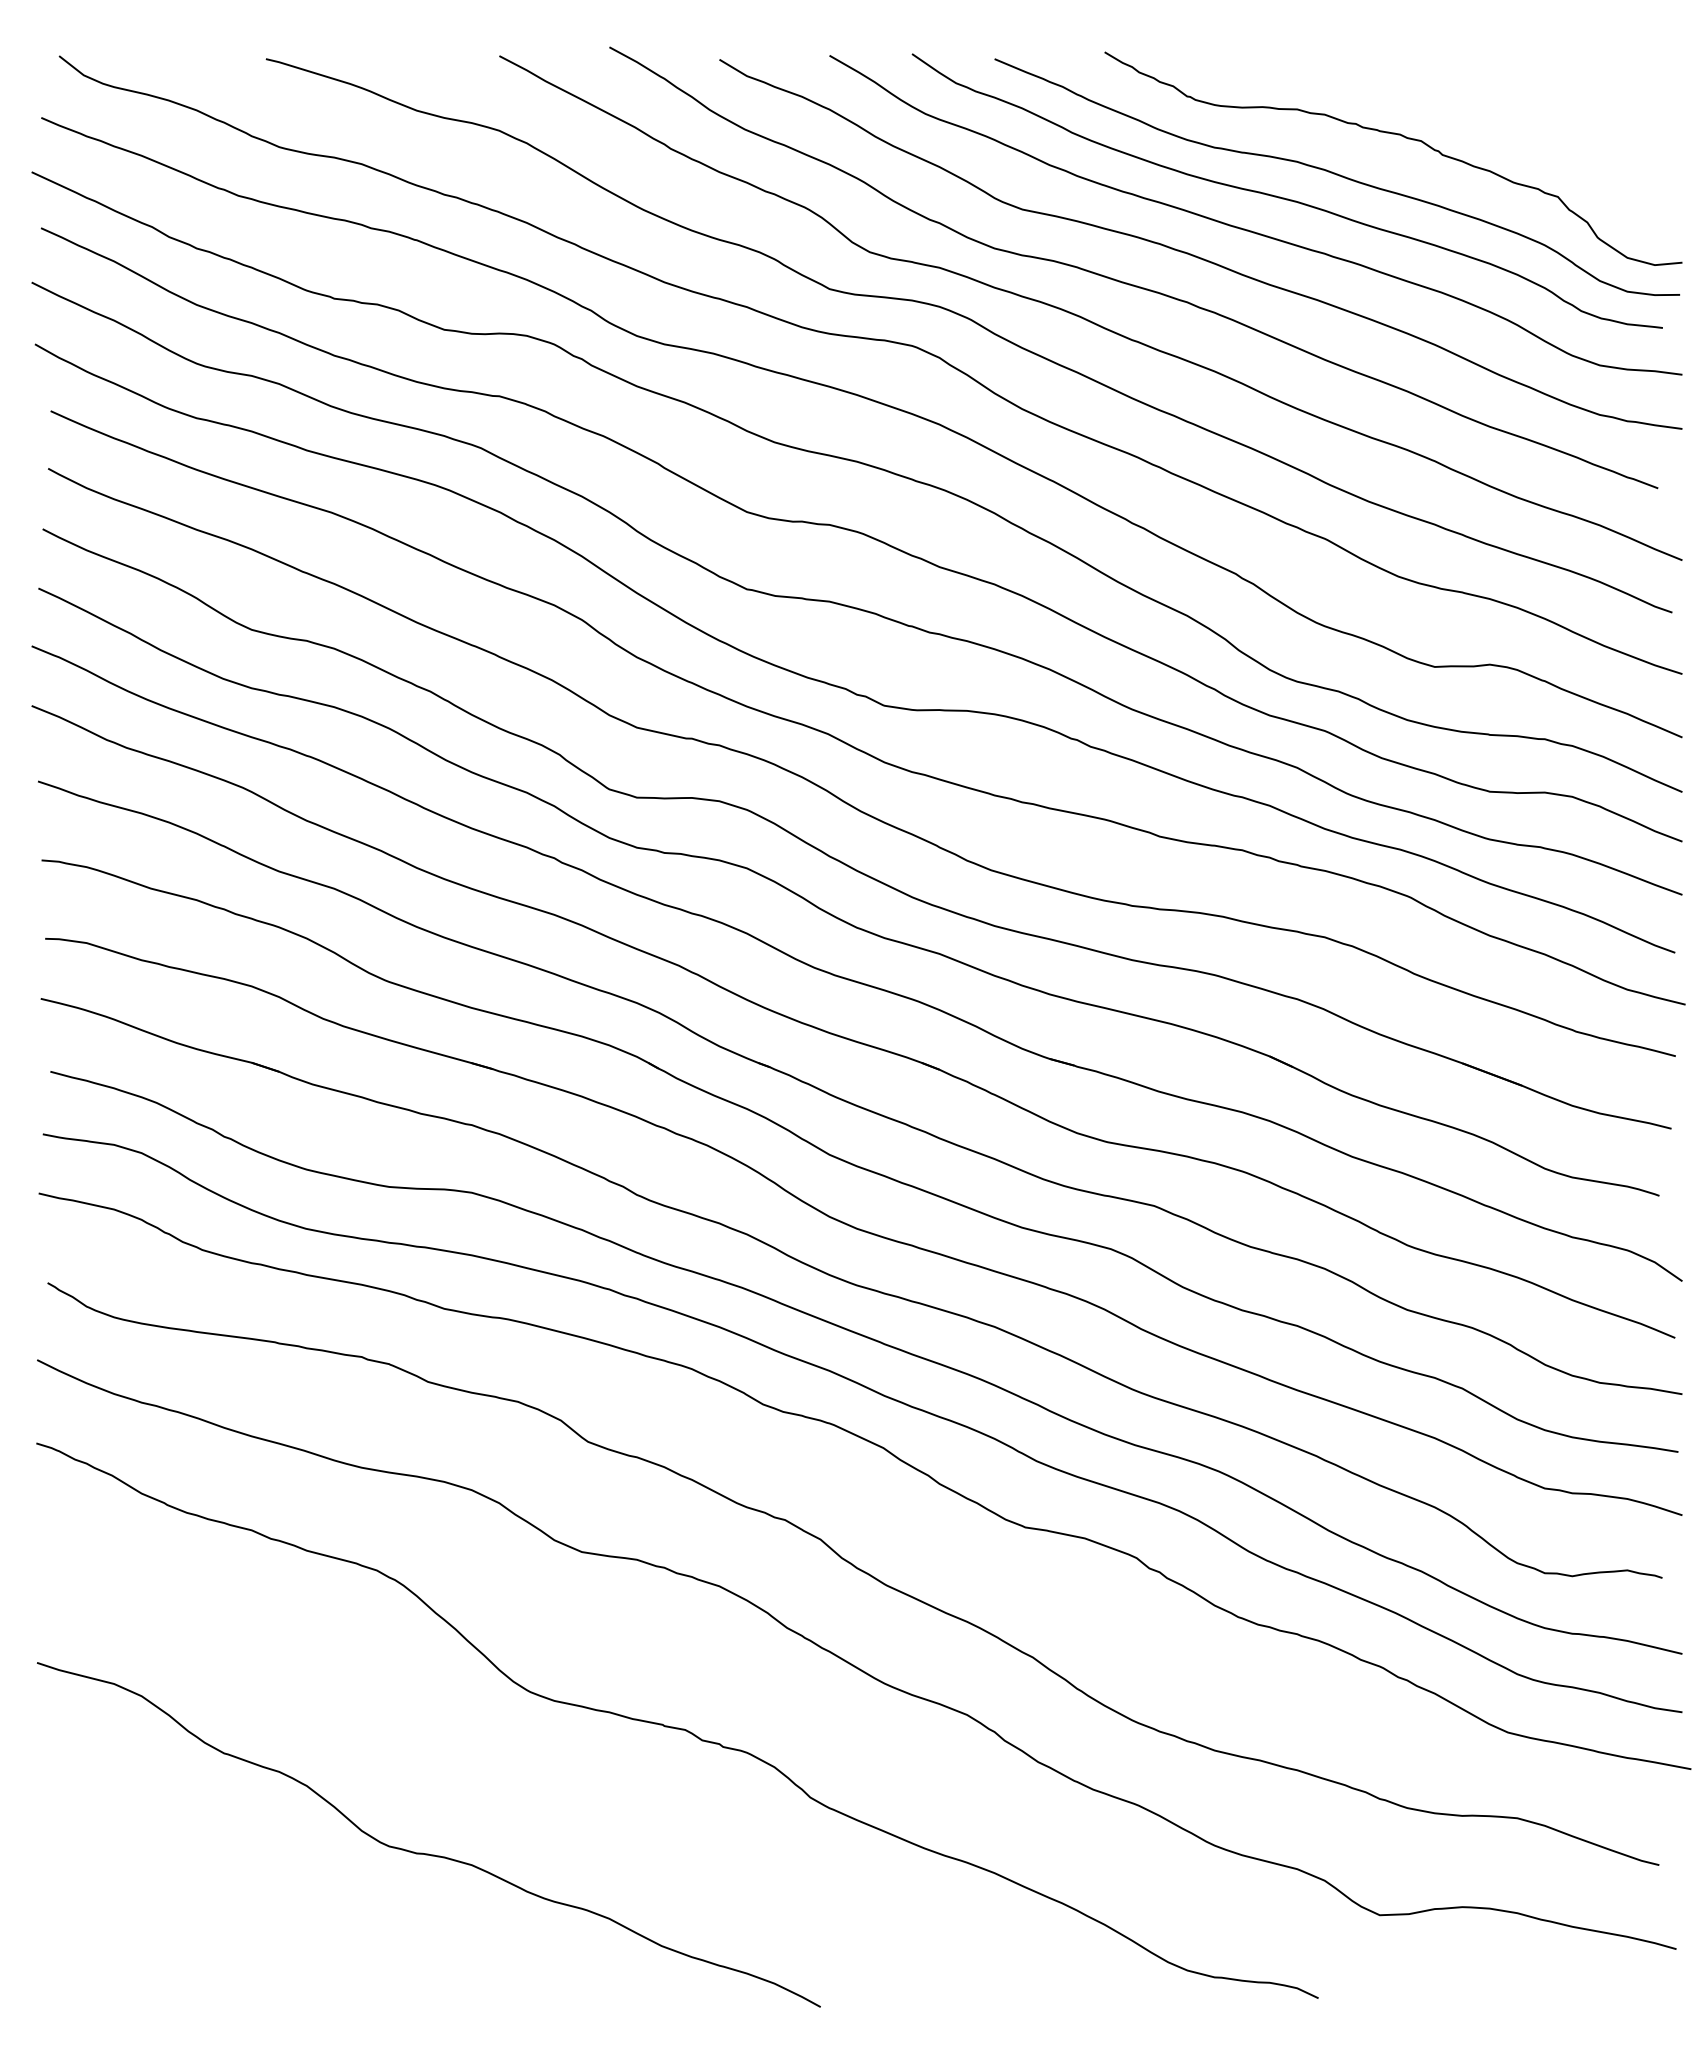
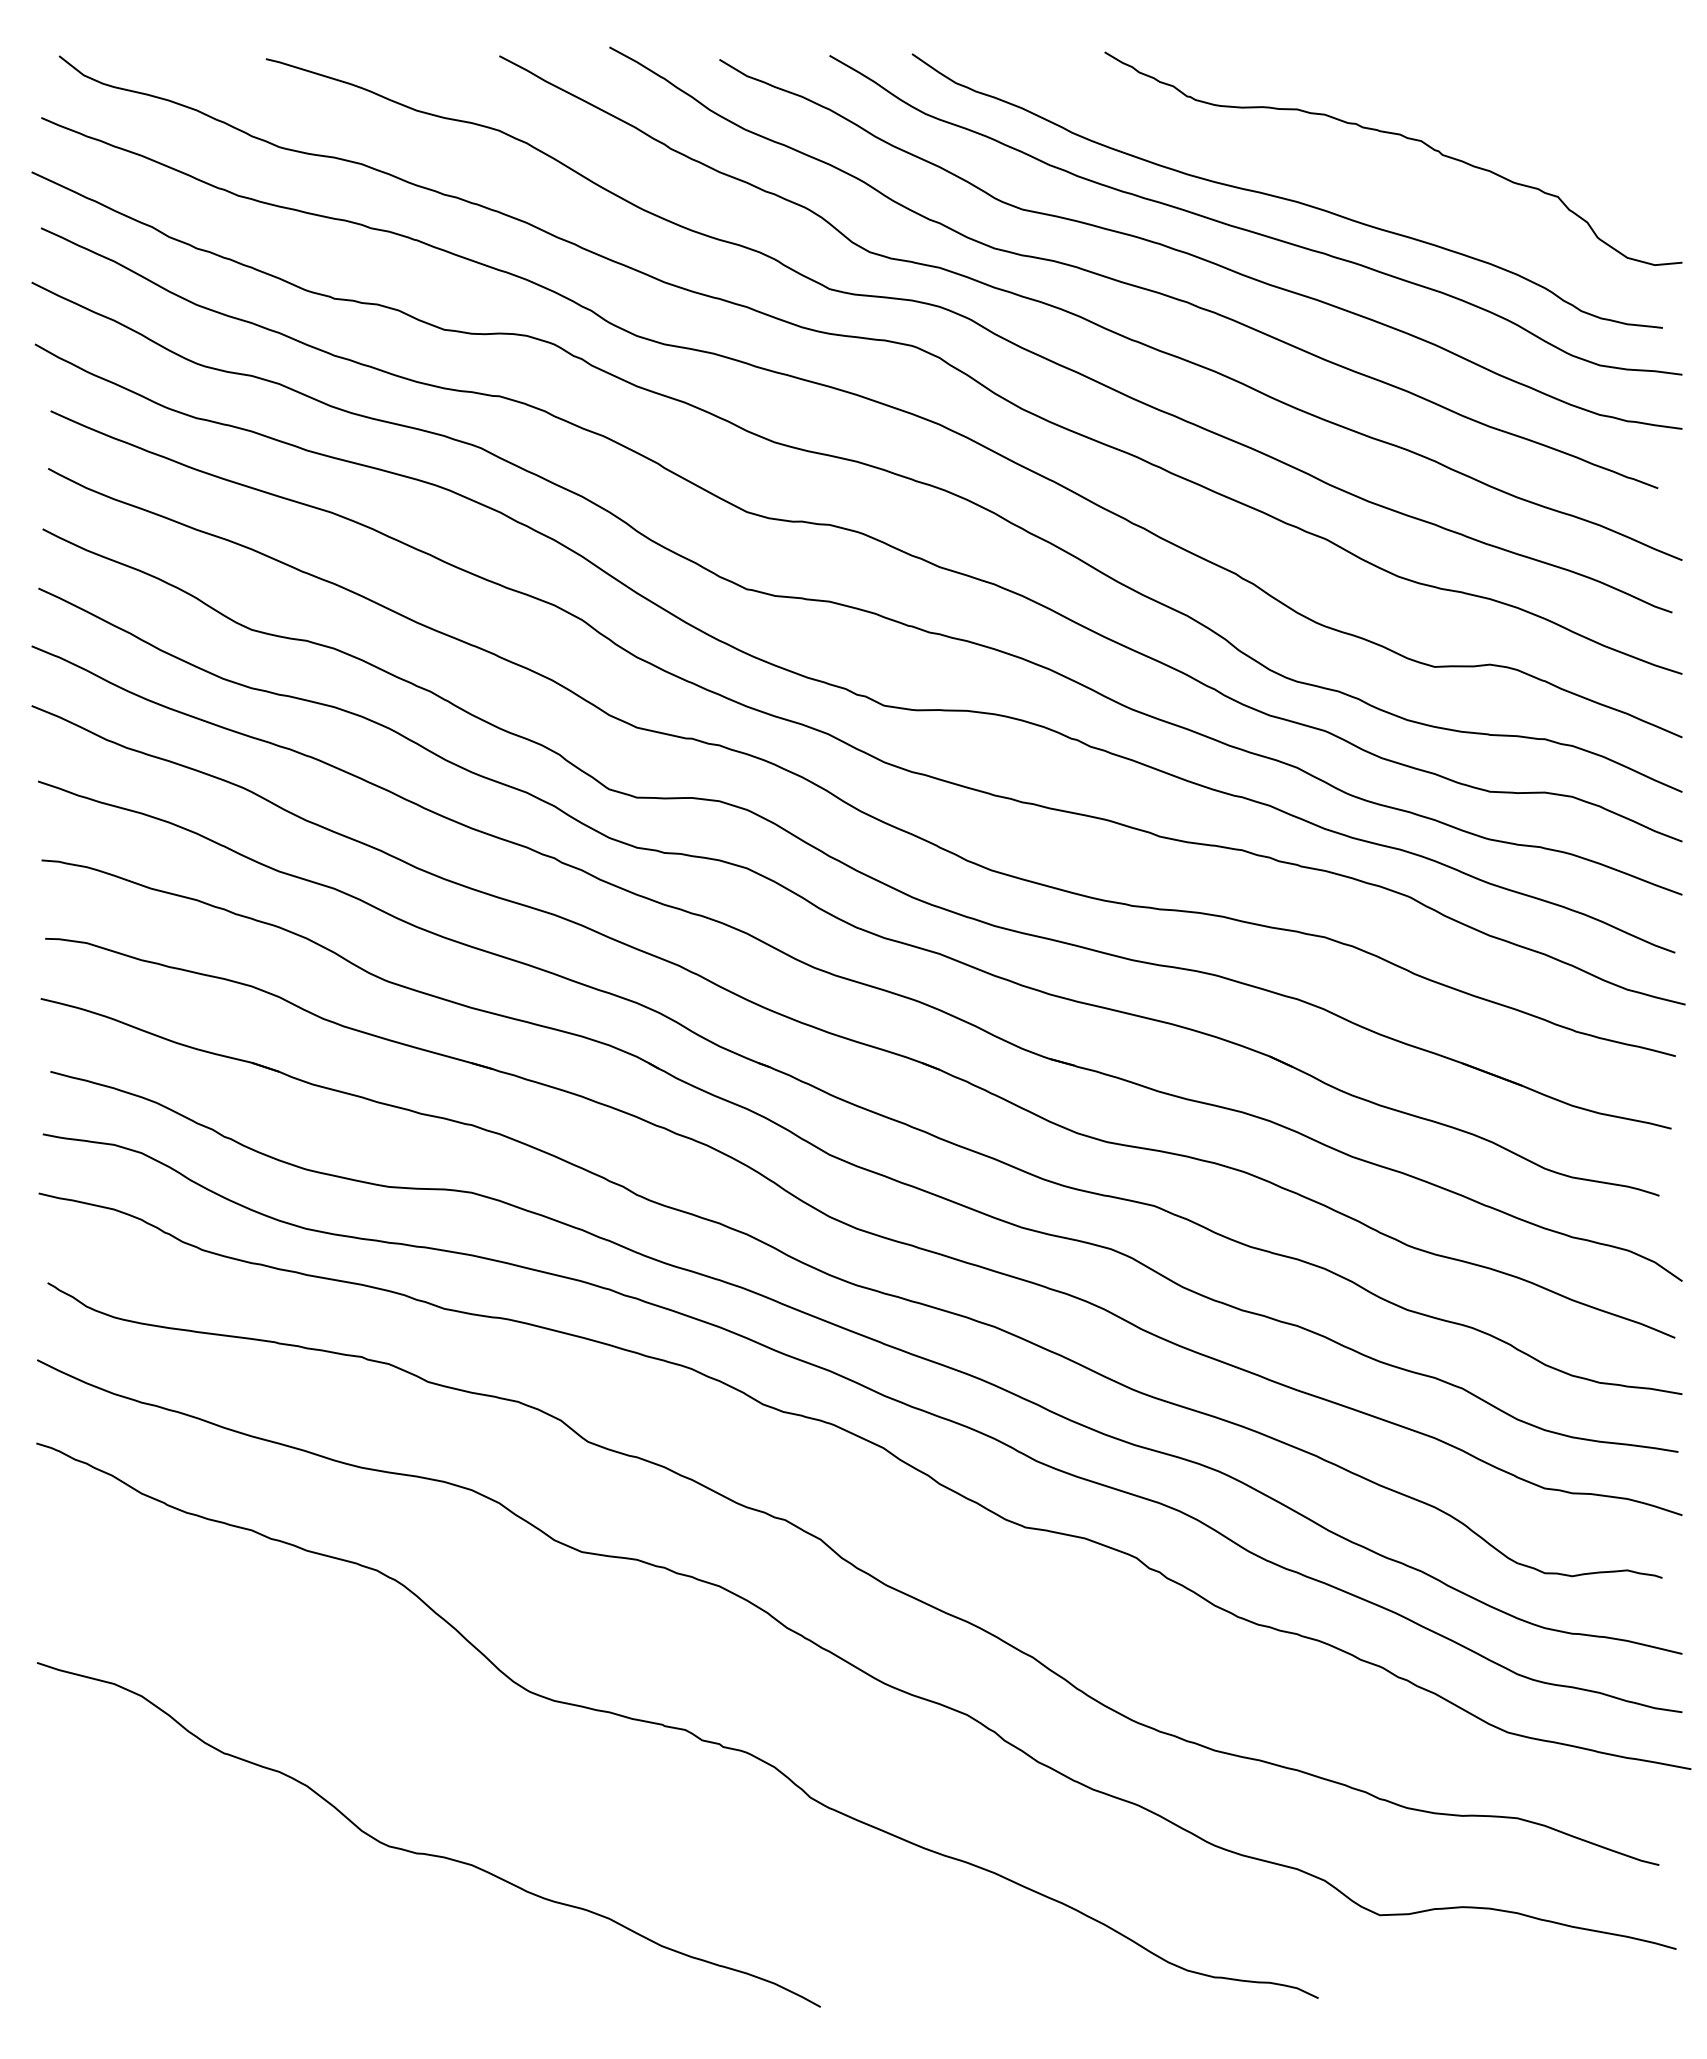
curve at (1336, 175): present -> none
